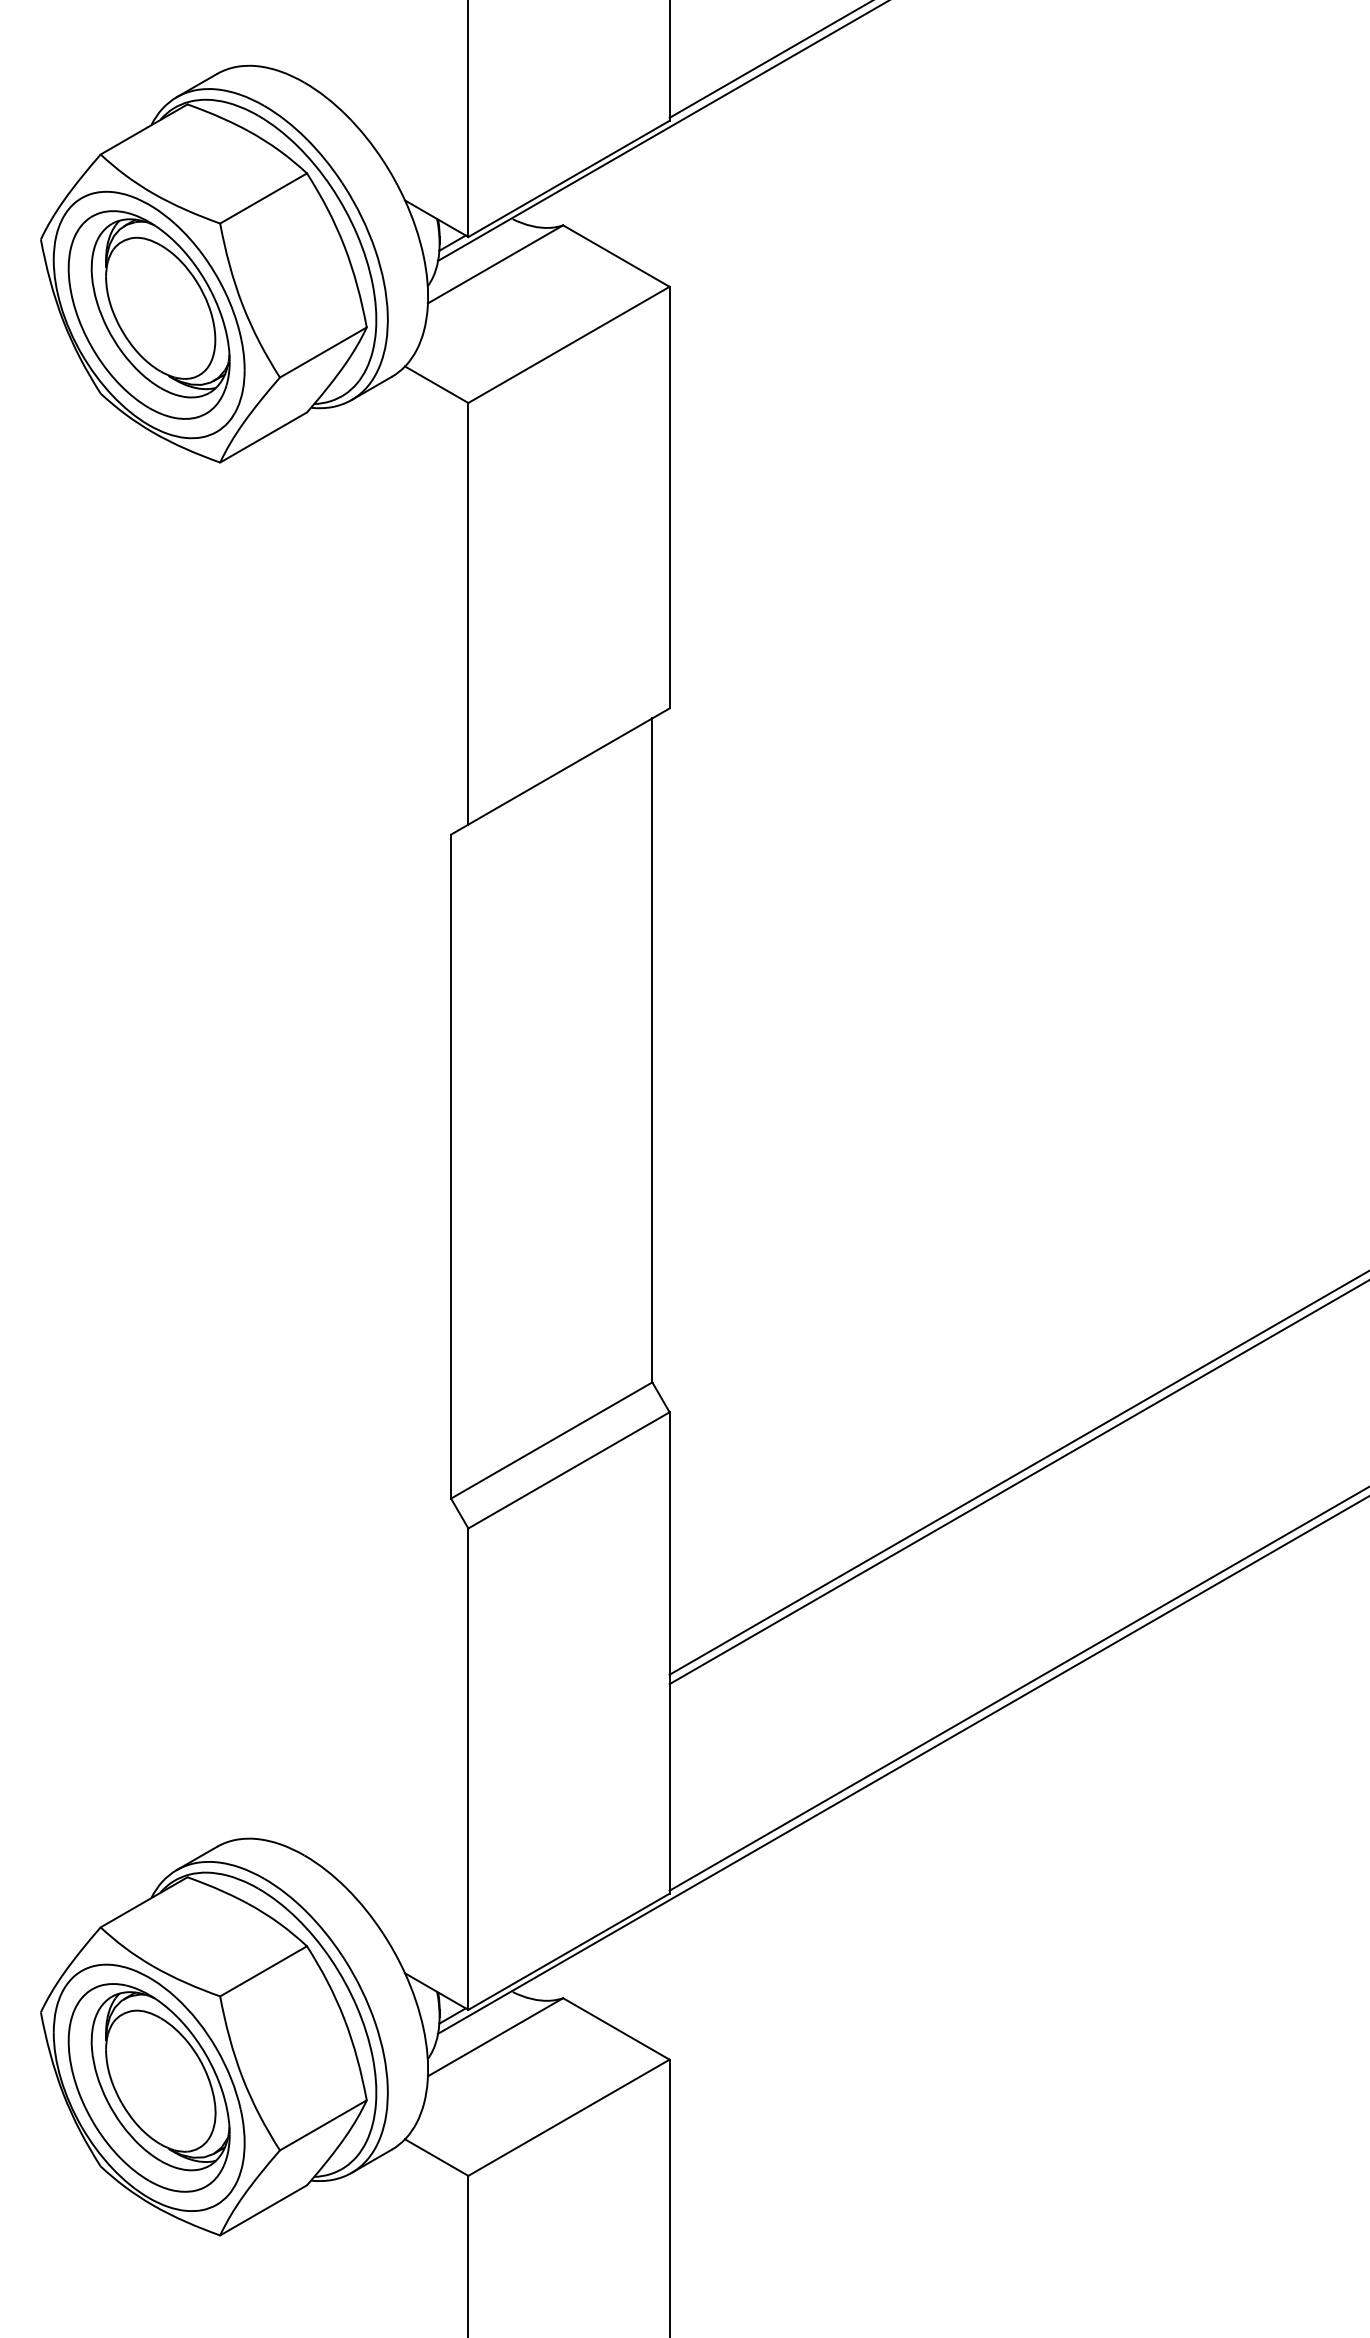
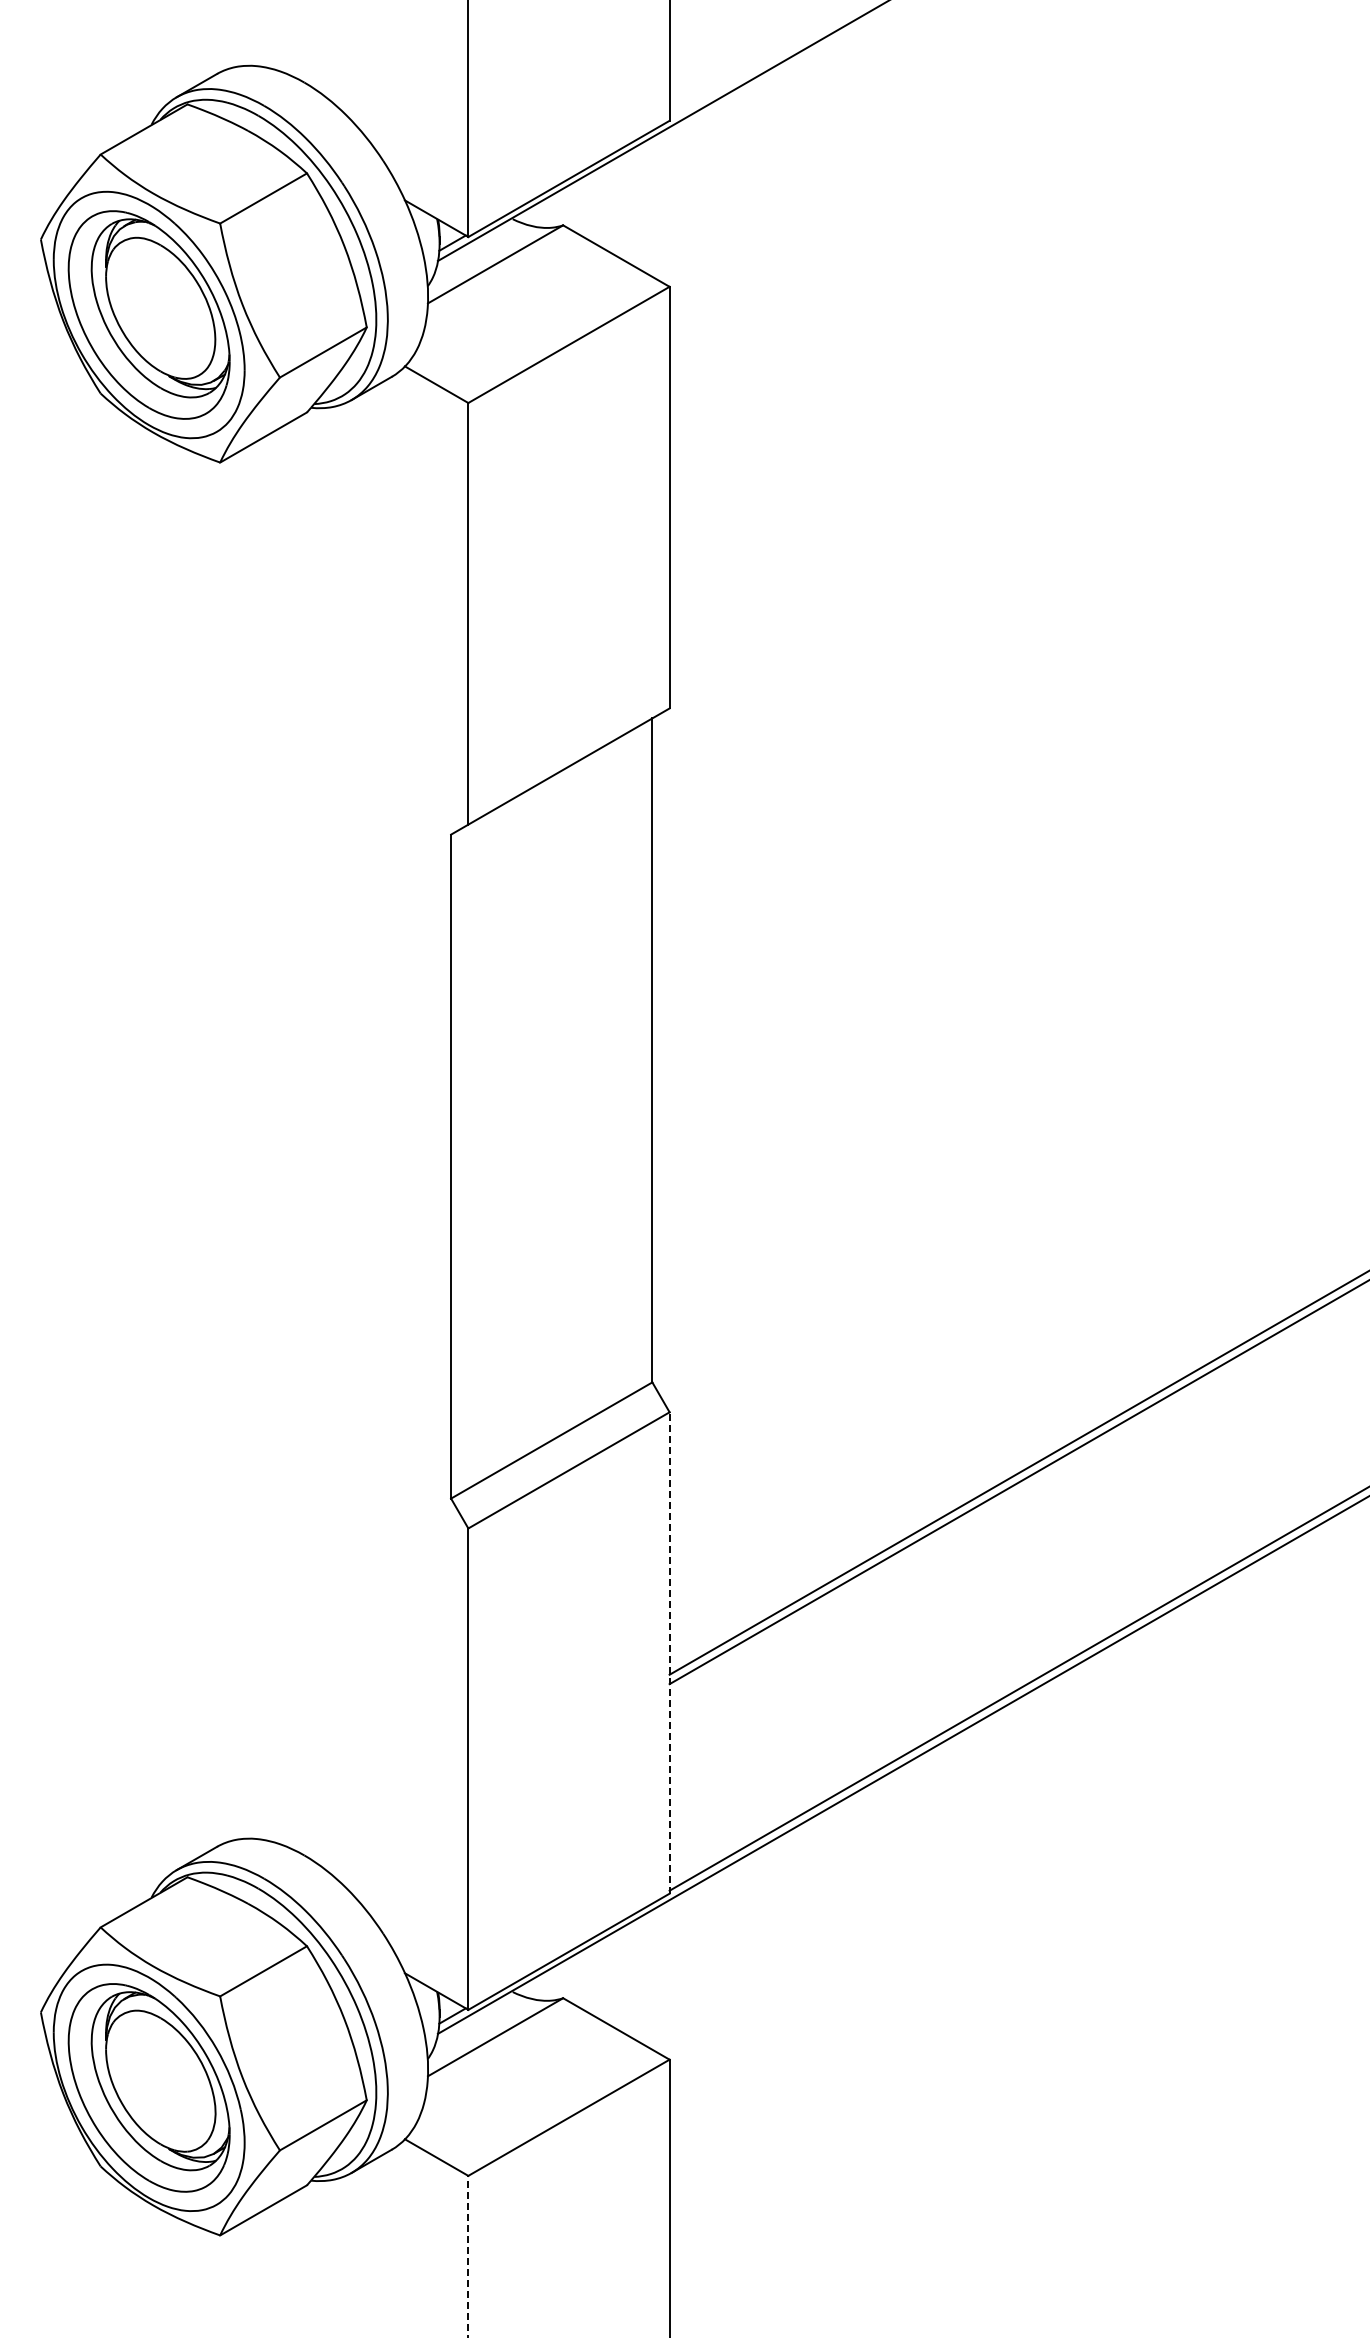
line at (769, 59): present -> none
line at (669, 1652): solid -> dashed
line at (468, 2256): solid -> dashed
